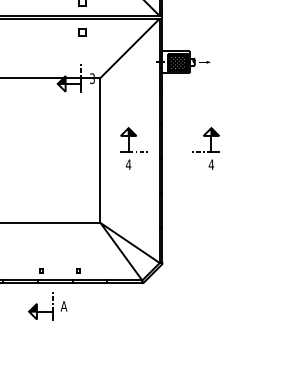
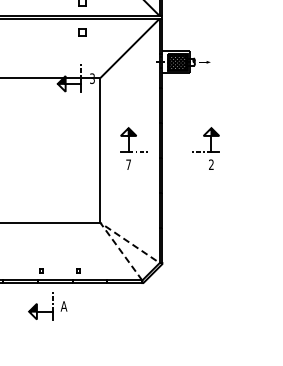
text at (128, 164): 4 -> 7
text at (211, 164): 4 -> 2
line at (100, 222): solid -> dashed
